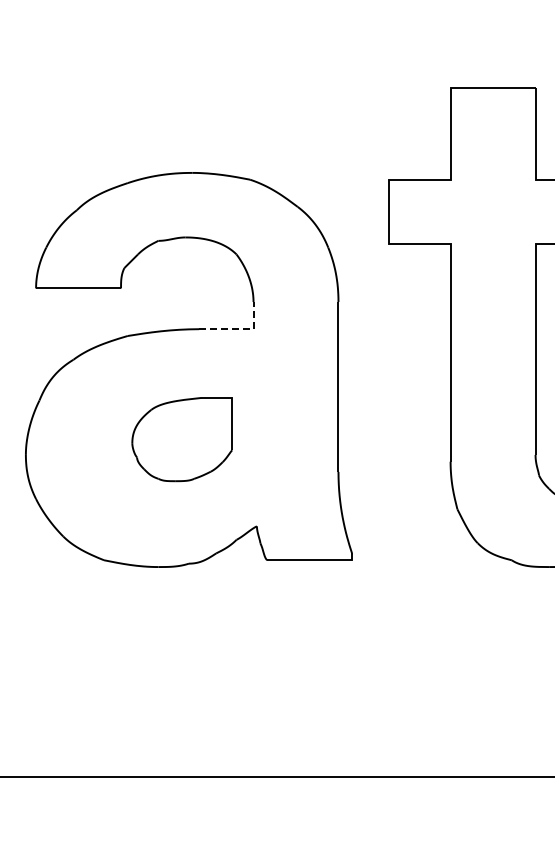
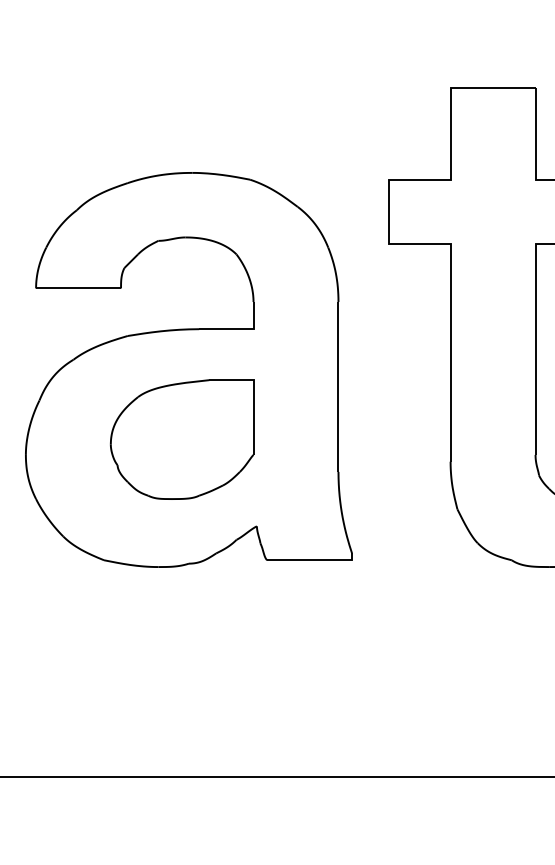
line at (240, 329): dashed -> solid
part at (181, 439) size: 102x86 px -> 145x121 px
